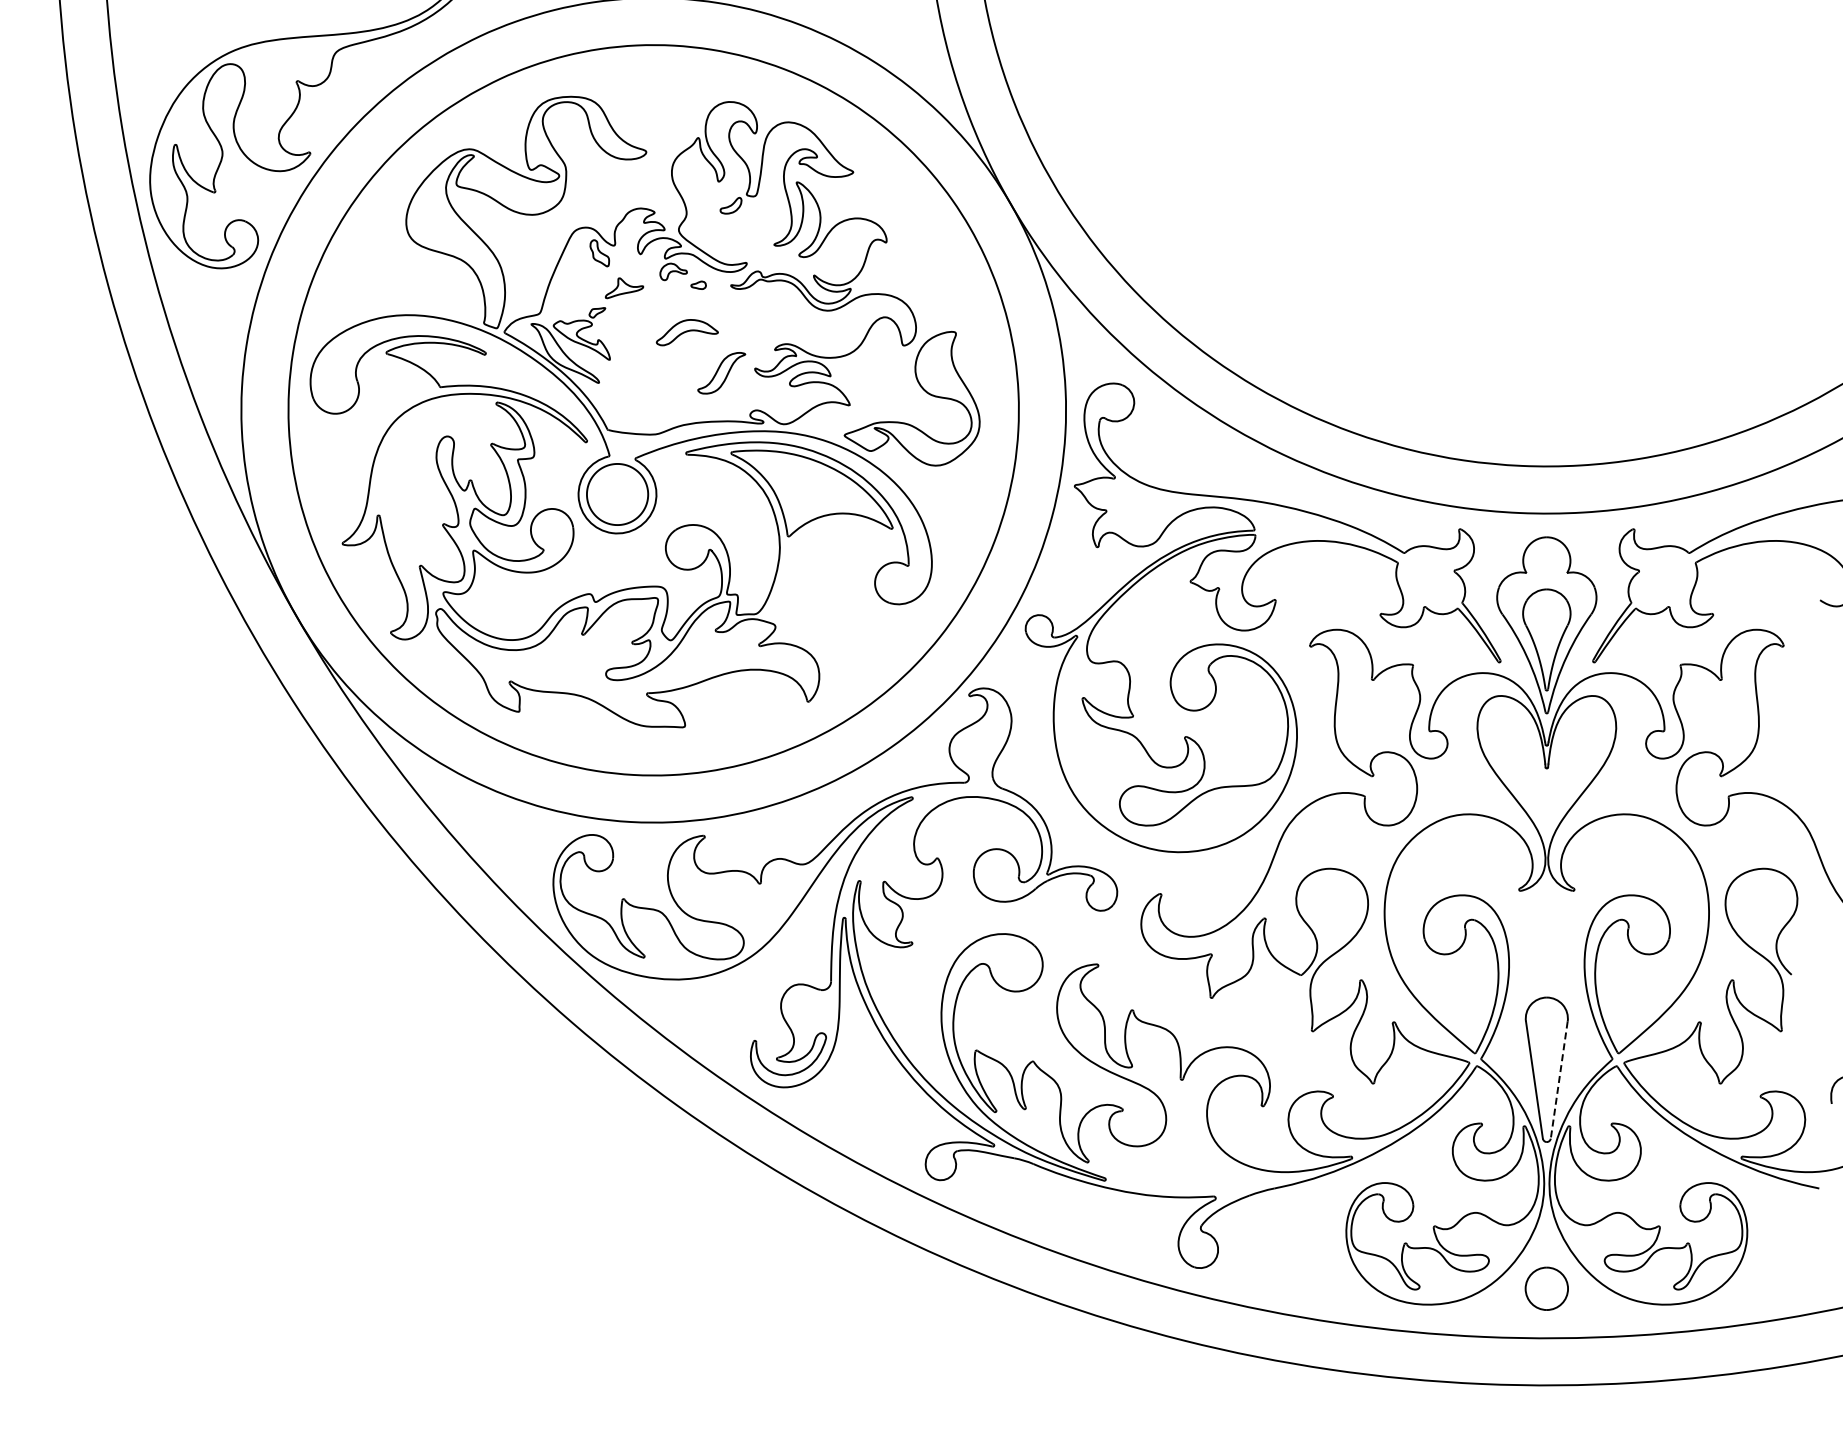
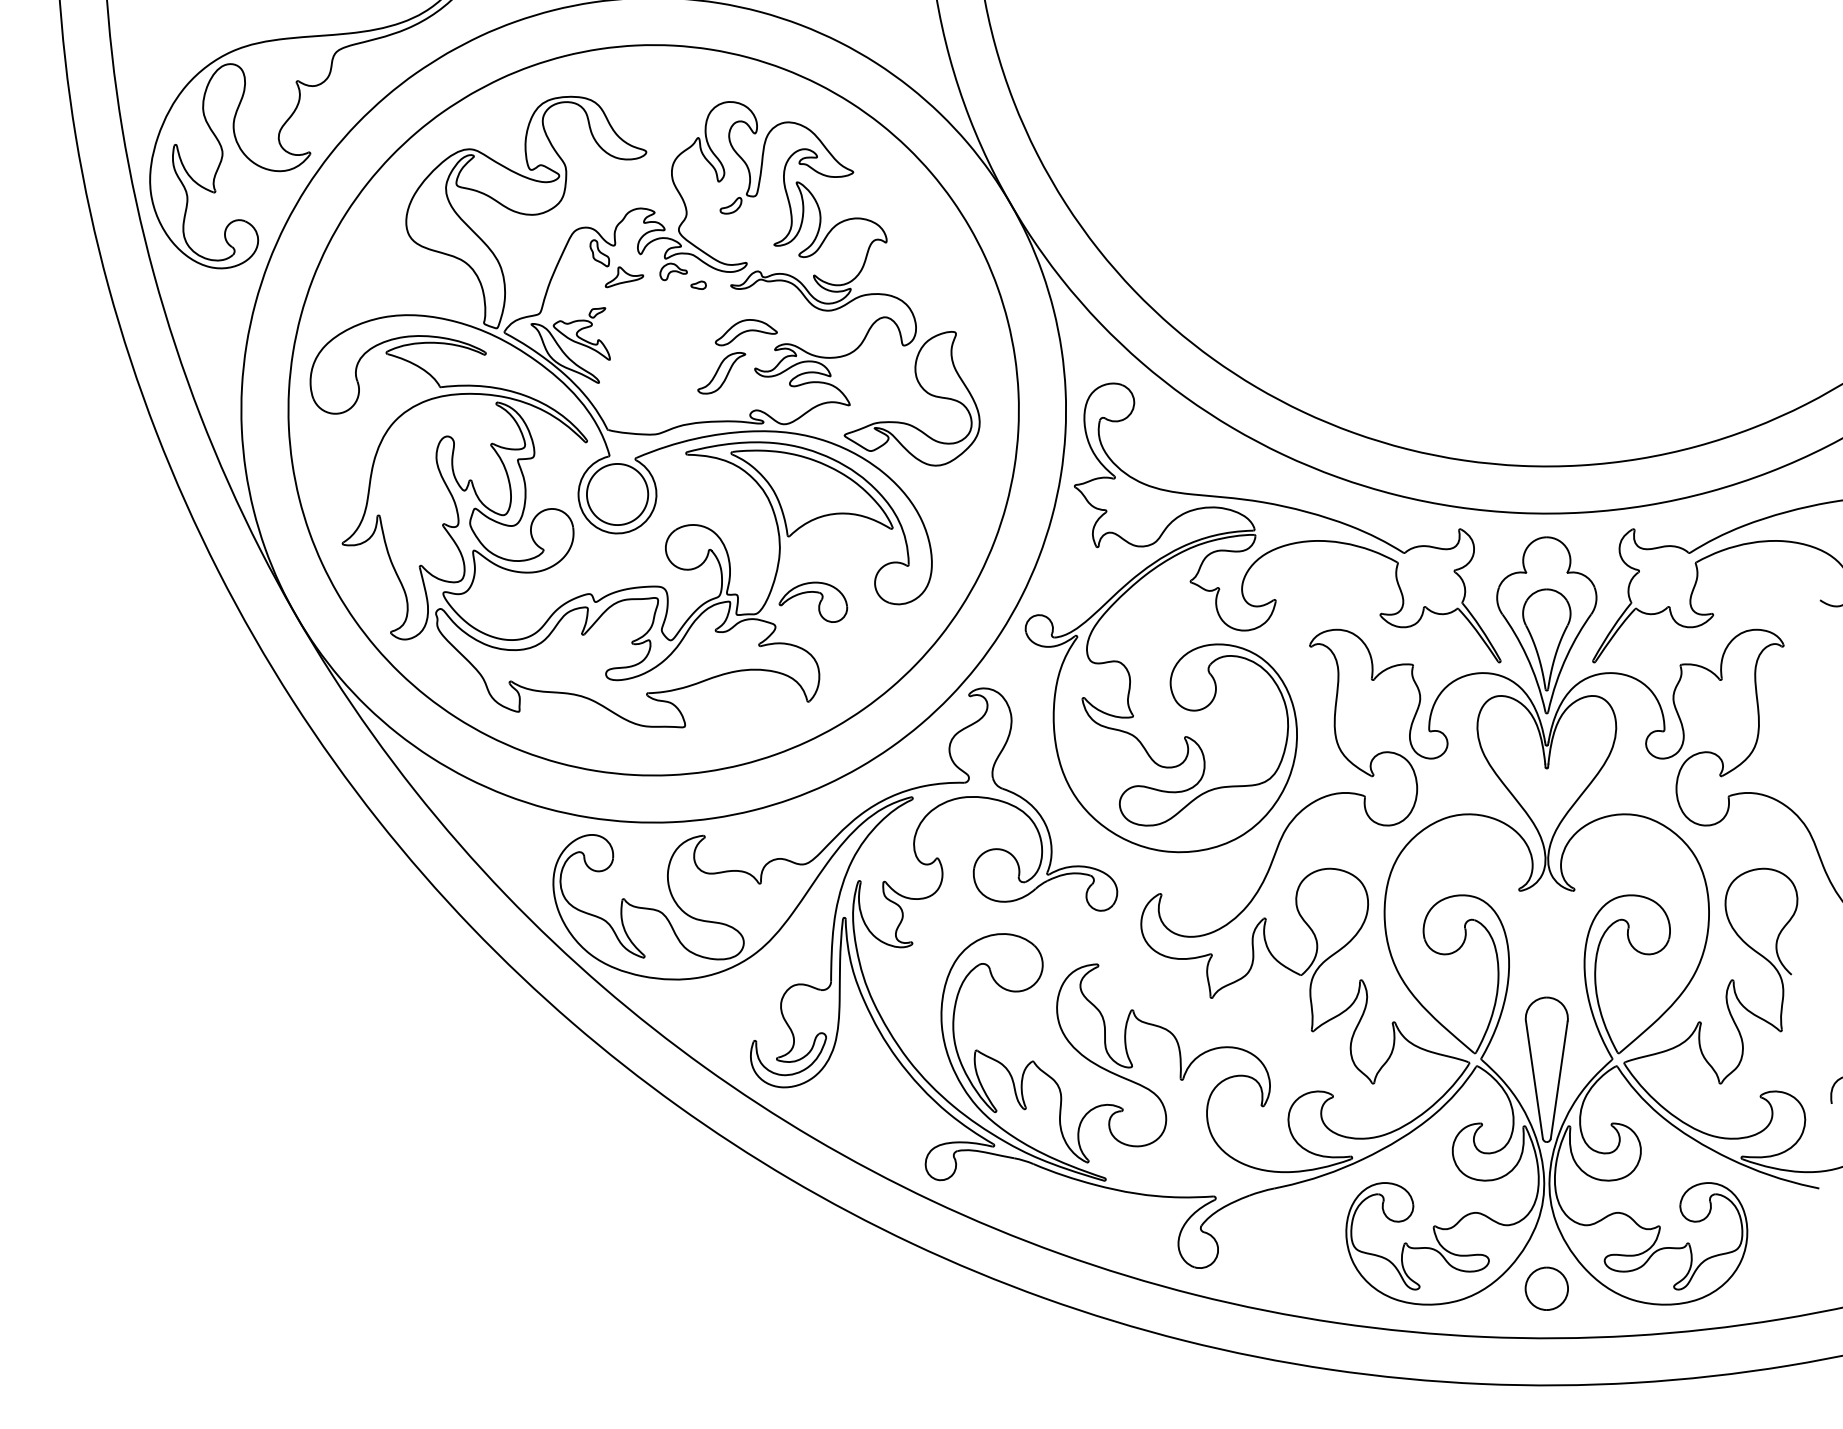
part at (624, 288) position: (624, 288) -> (624, 277)
part at (686, 332) position: (686, 332) -> (745, 332)
part at (813, 601): none -> present
line at (1559, 1080): dashed -> solid
